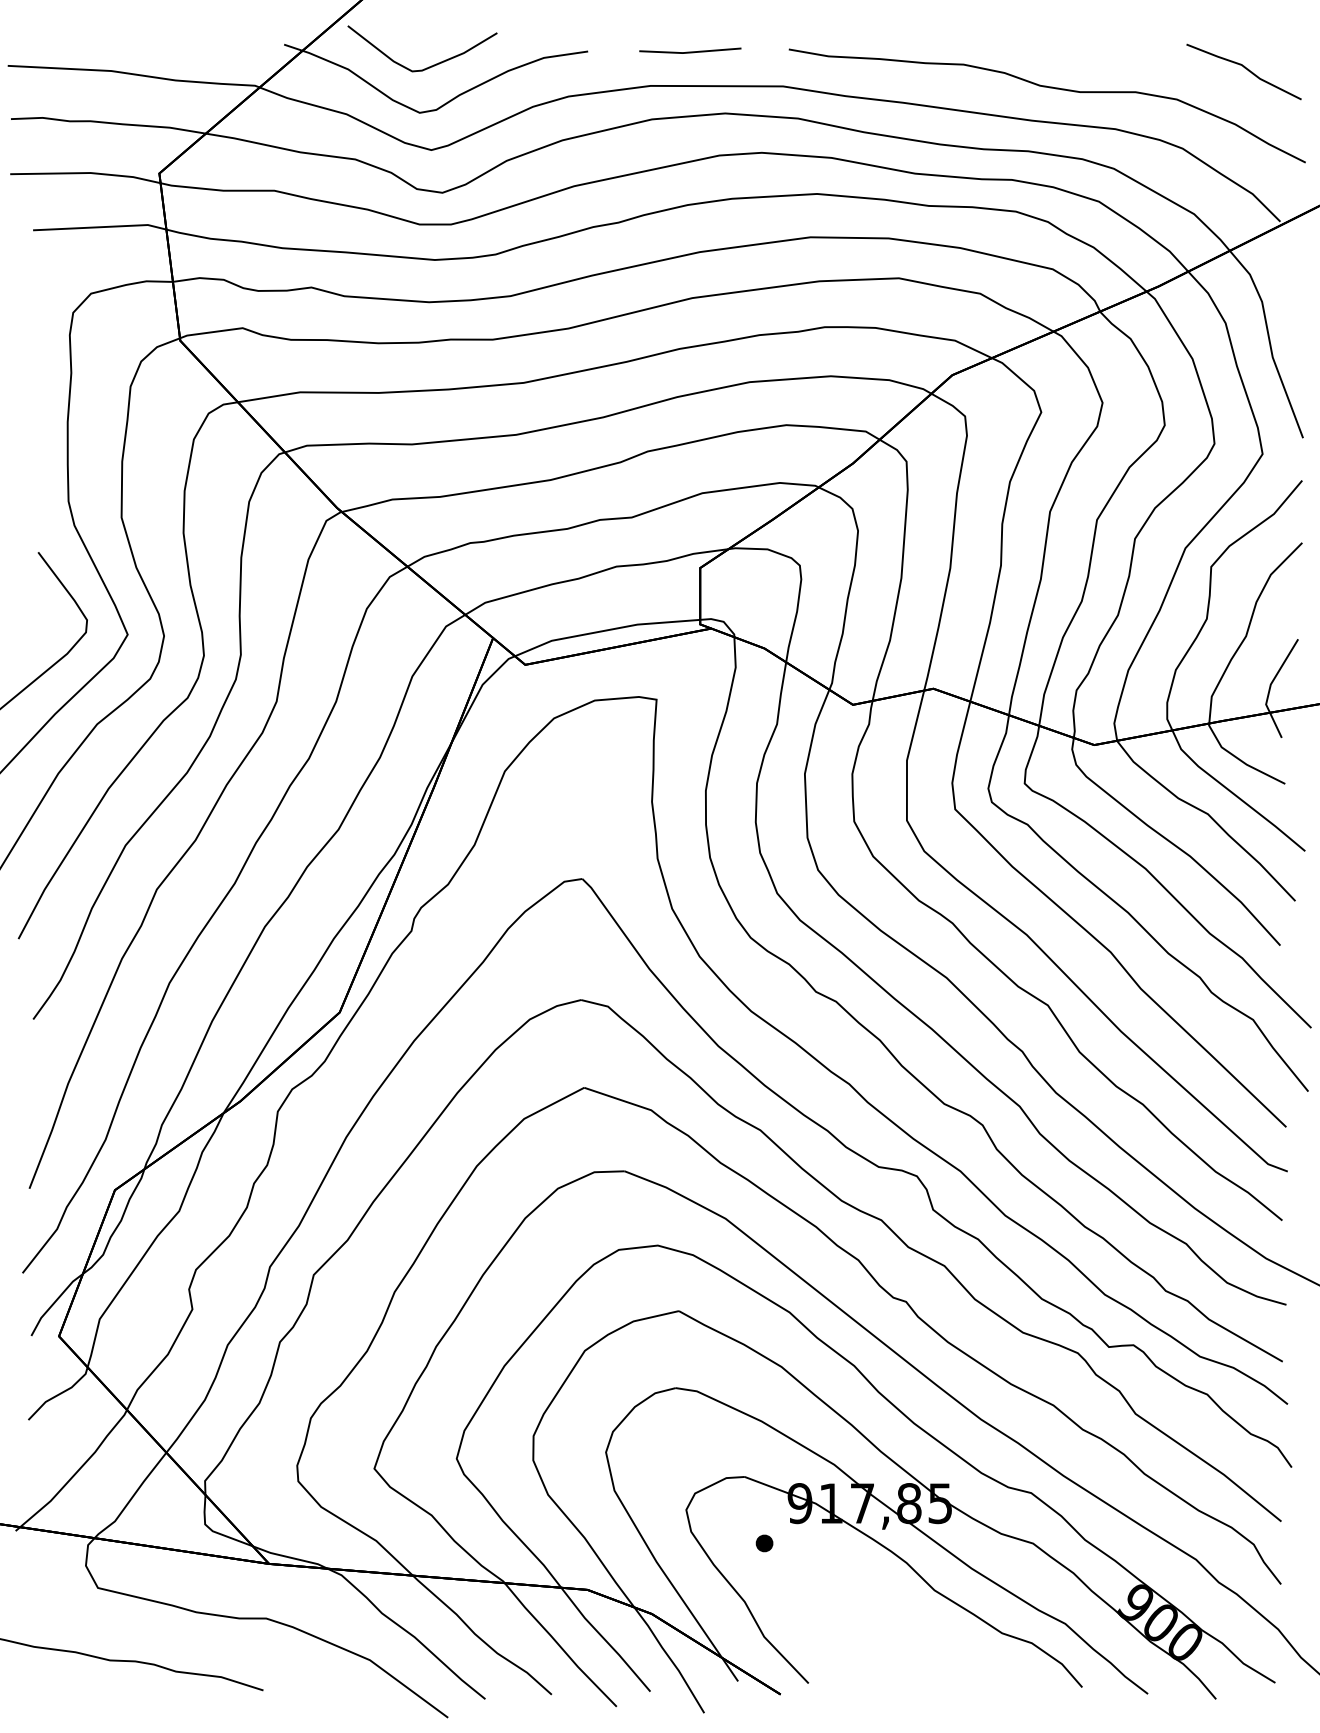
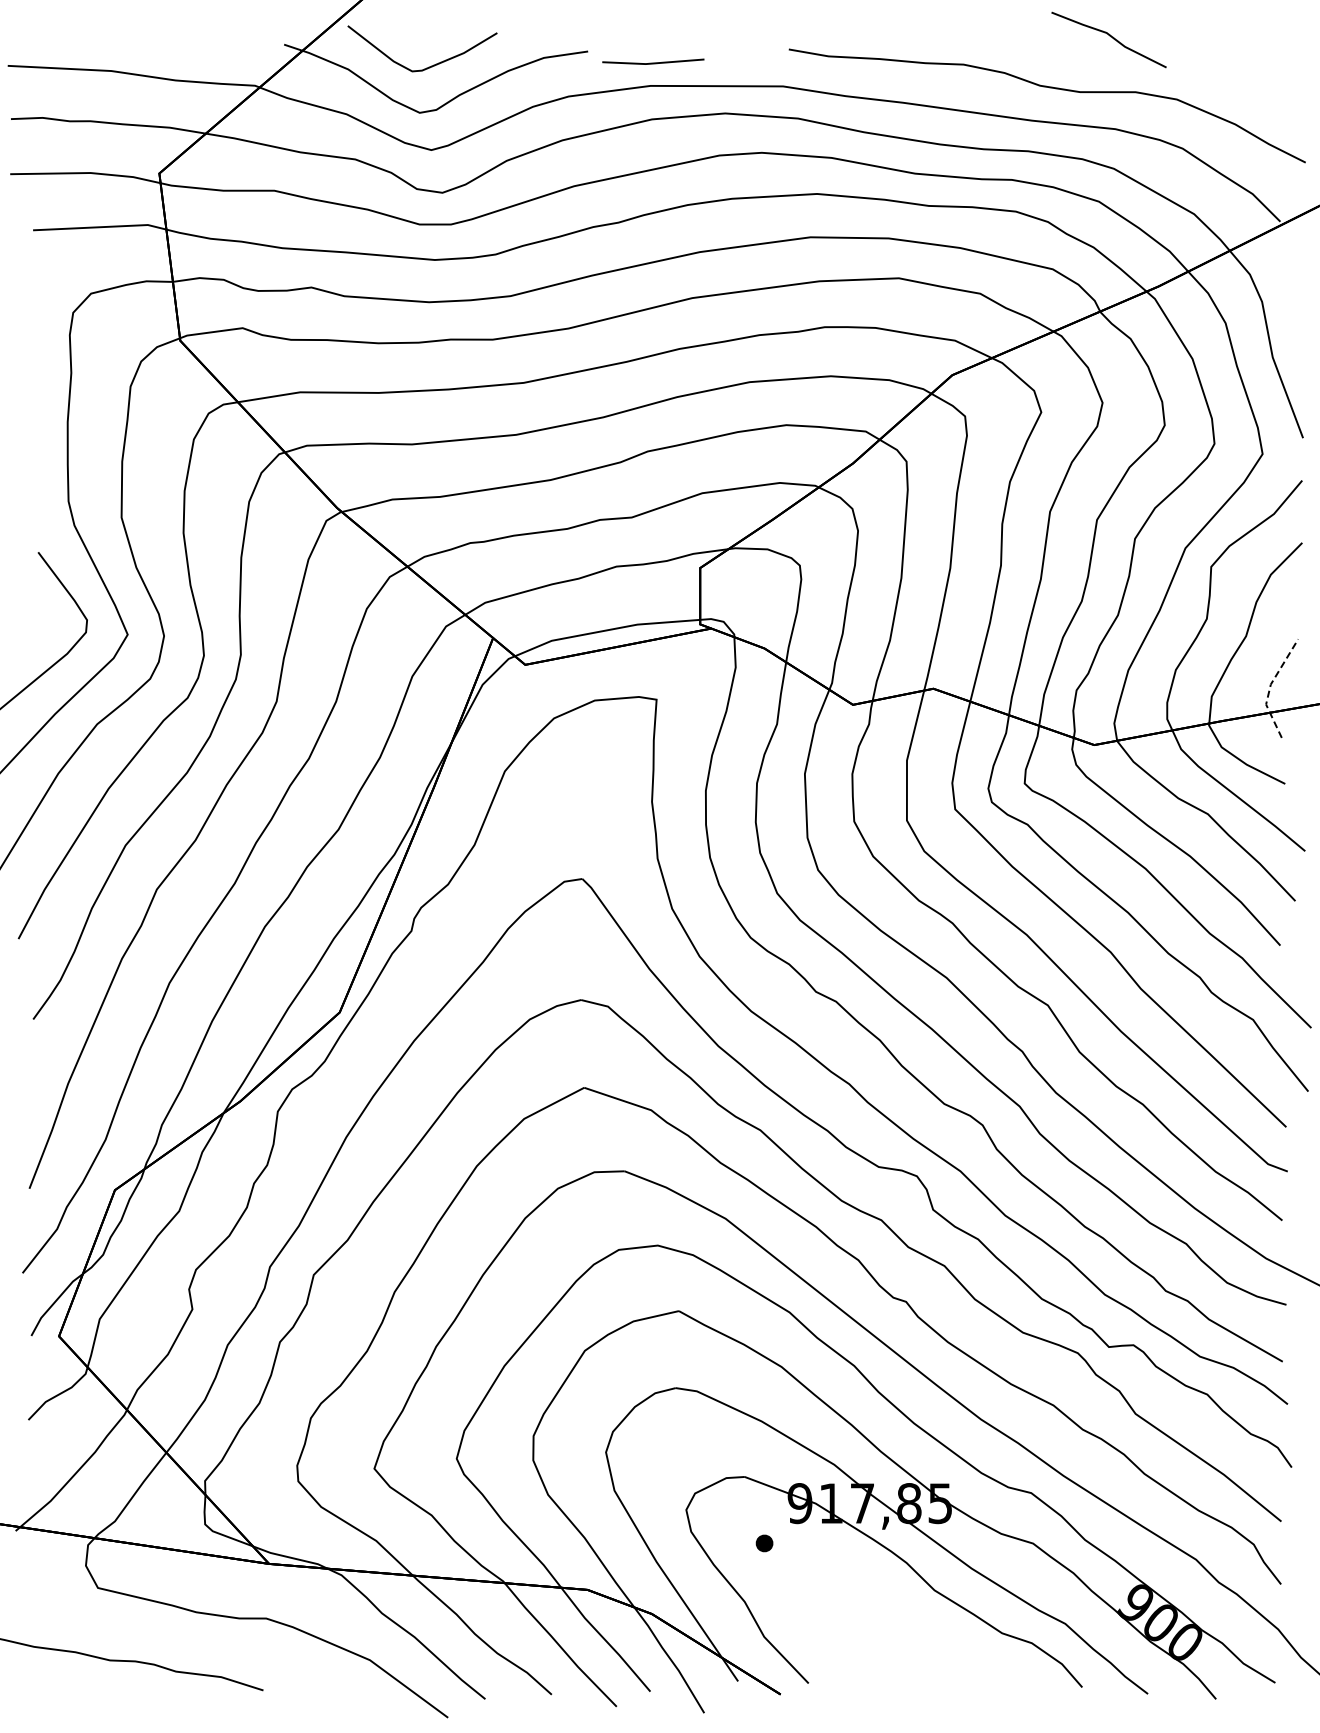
line at (690, 51) position: (690, 51) -> (653, 62)
line at (1244, 68) position: (1244, 68) -> (1109, 36)
line at (1270, 686): solid -> dashed
